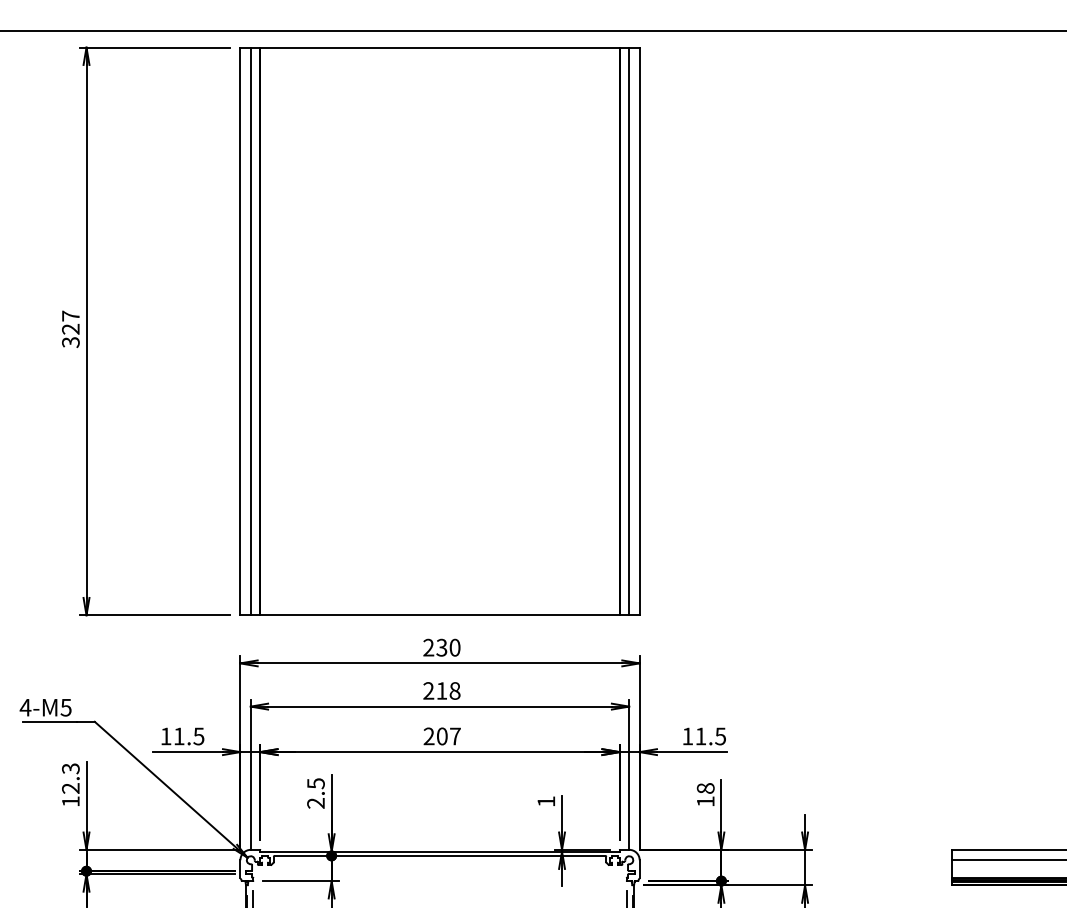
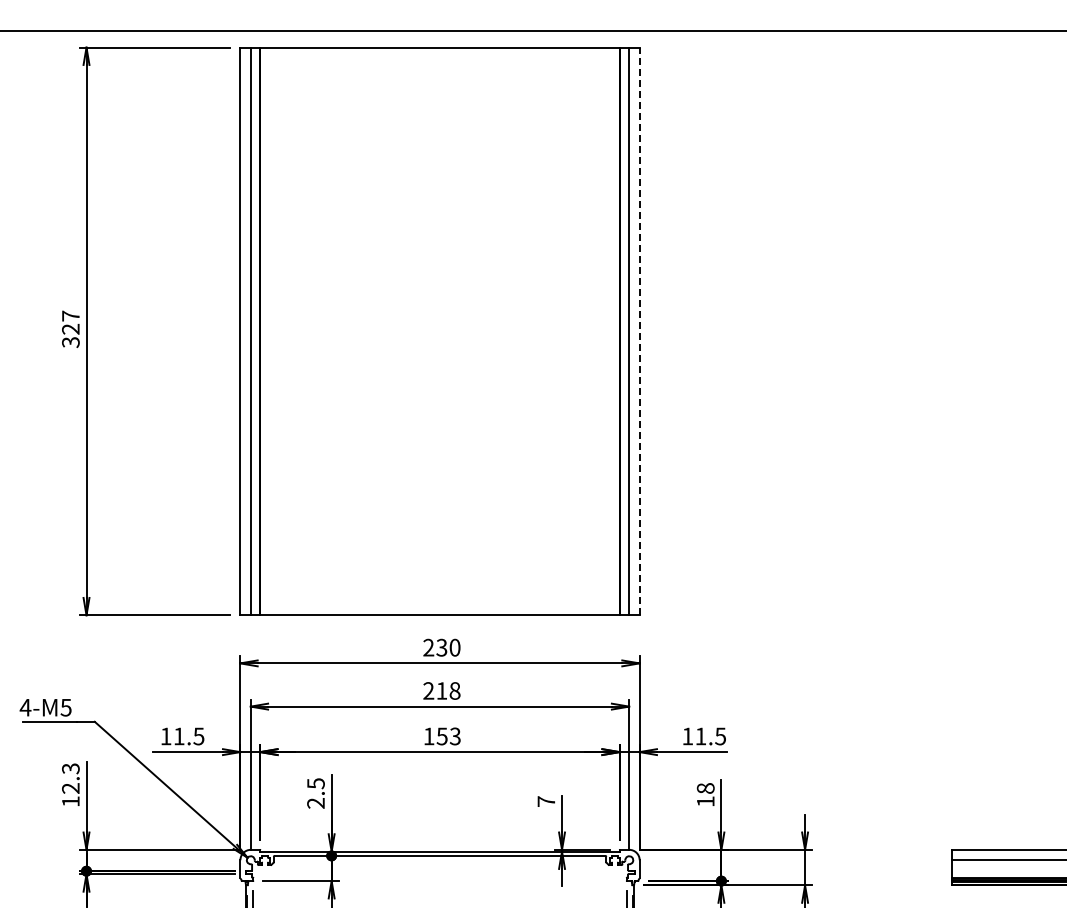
line at (639, 331): solid -> dashed
text at (441, 736): 207 -> 153
text at (546, 801): 1 -> 7
